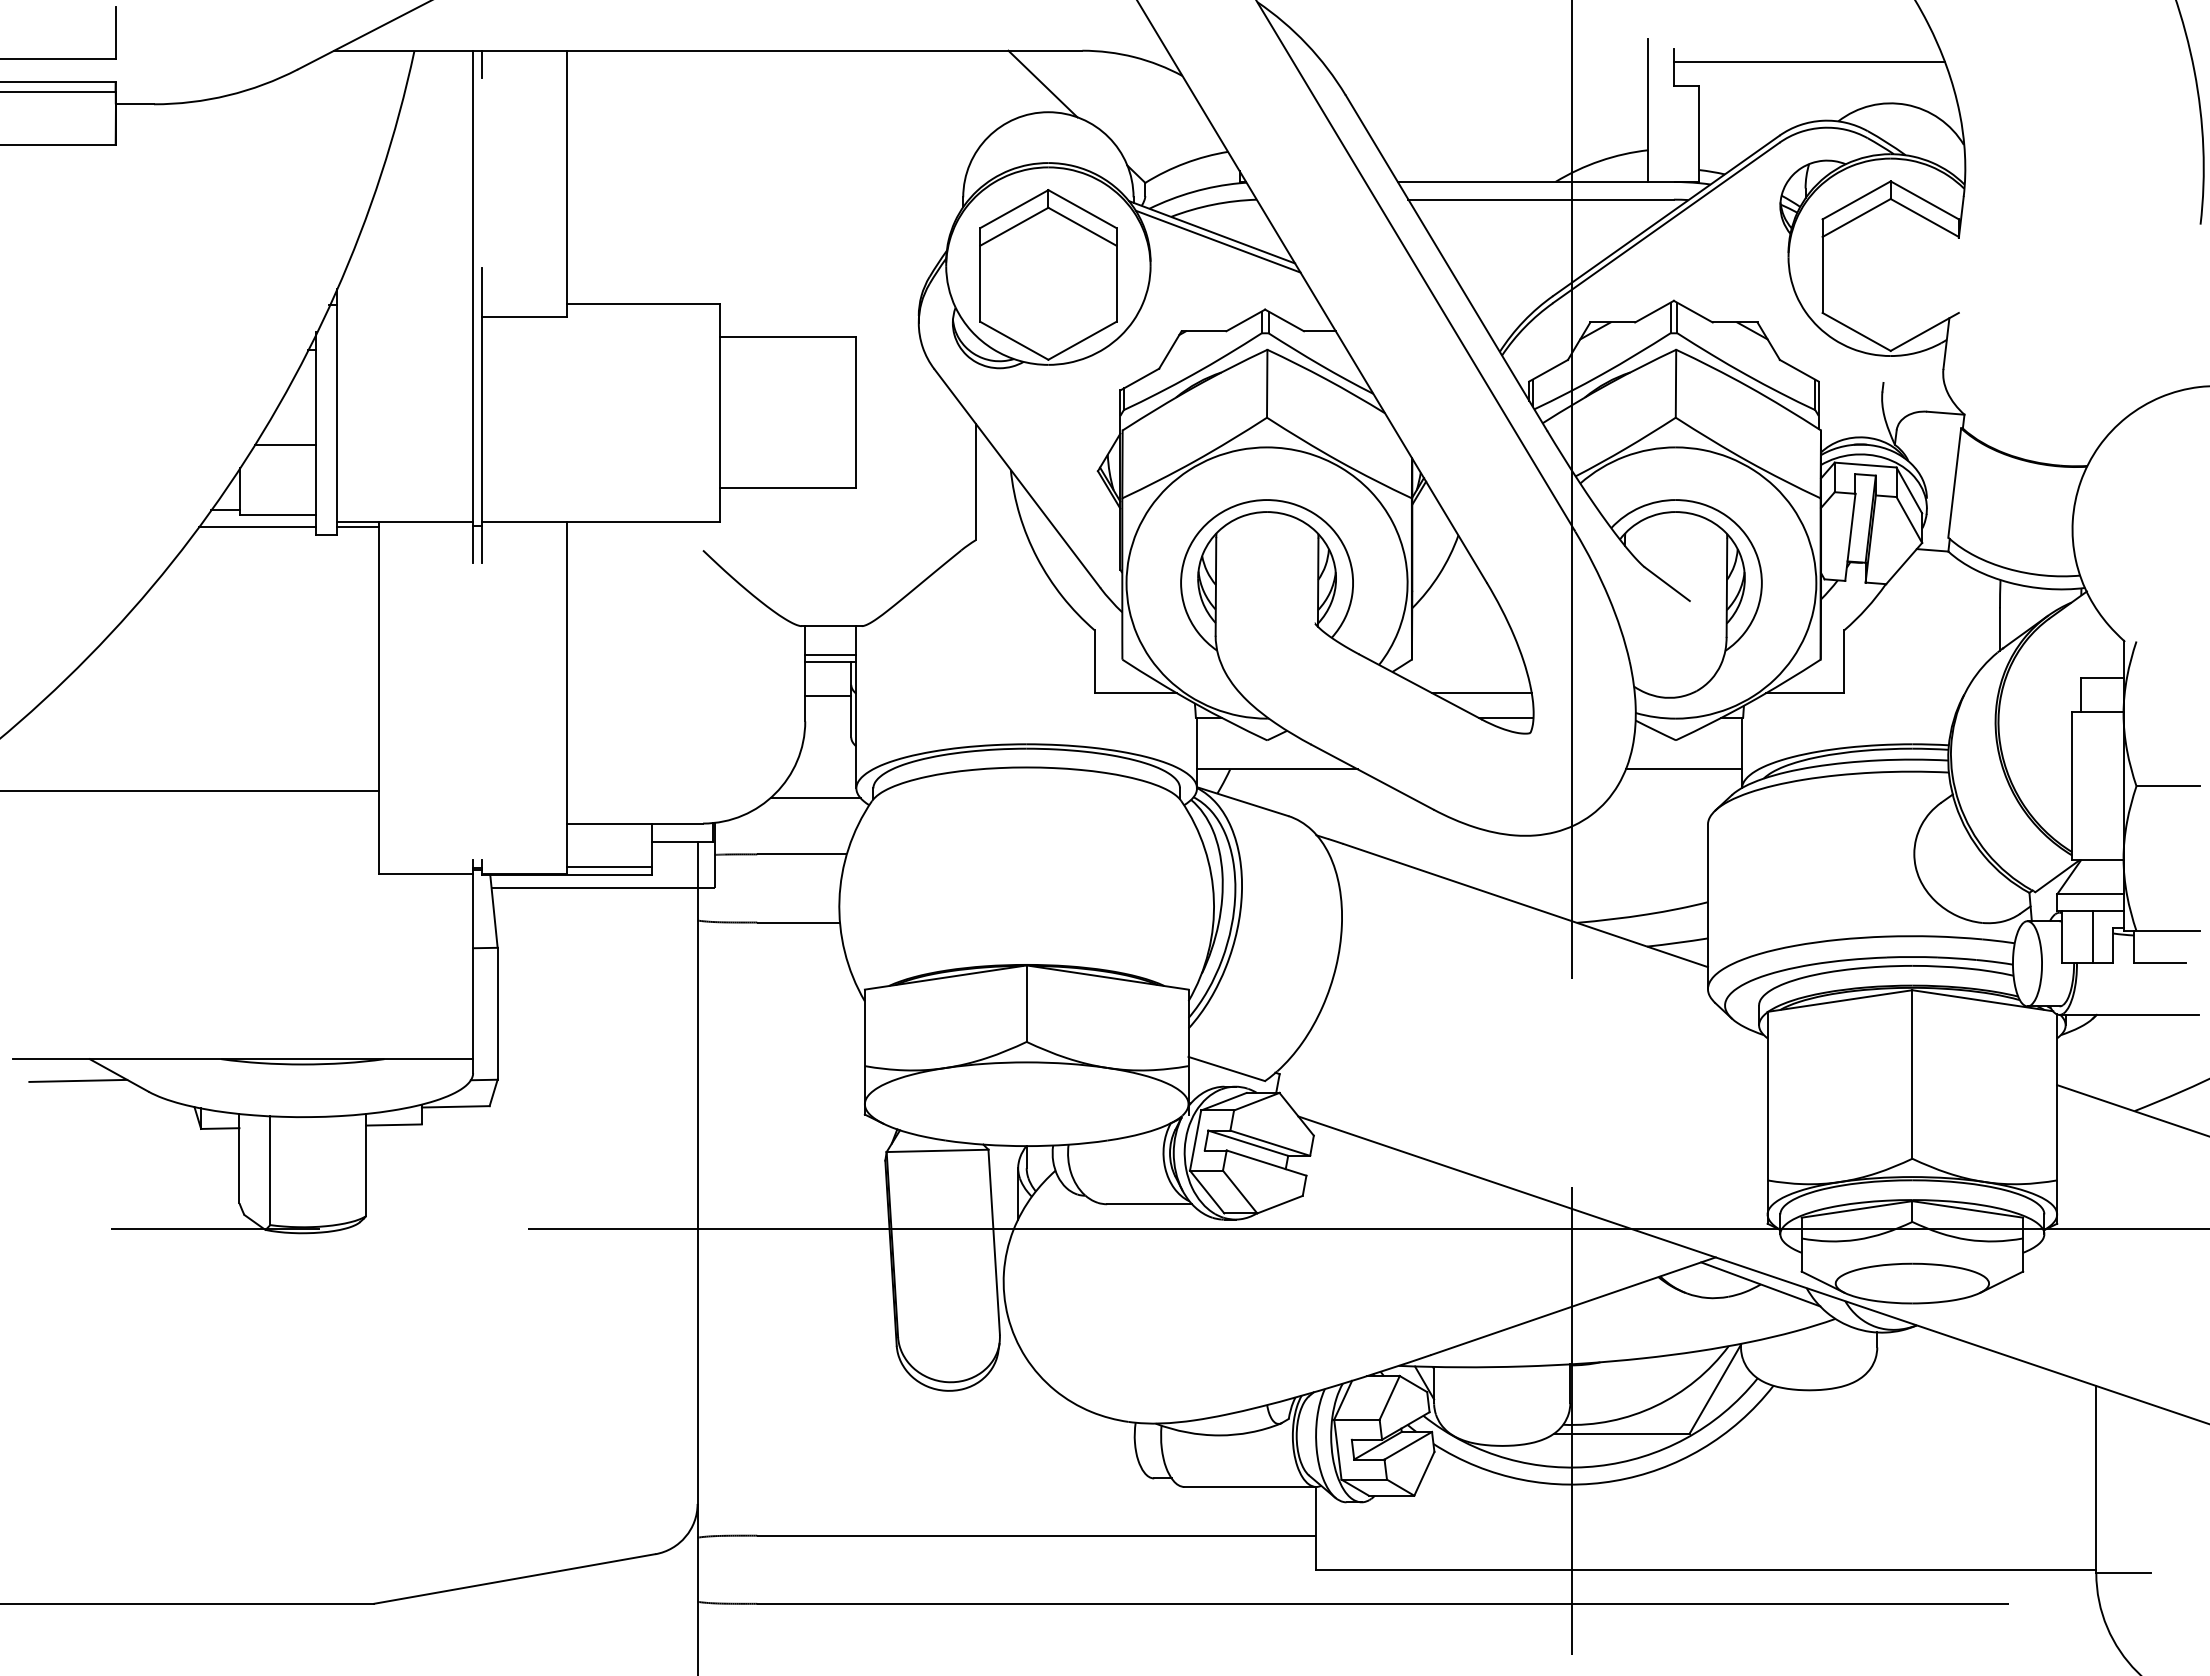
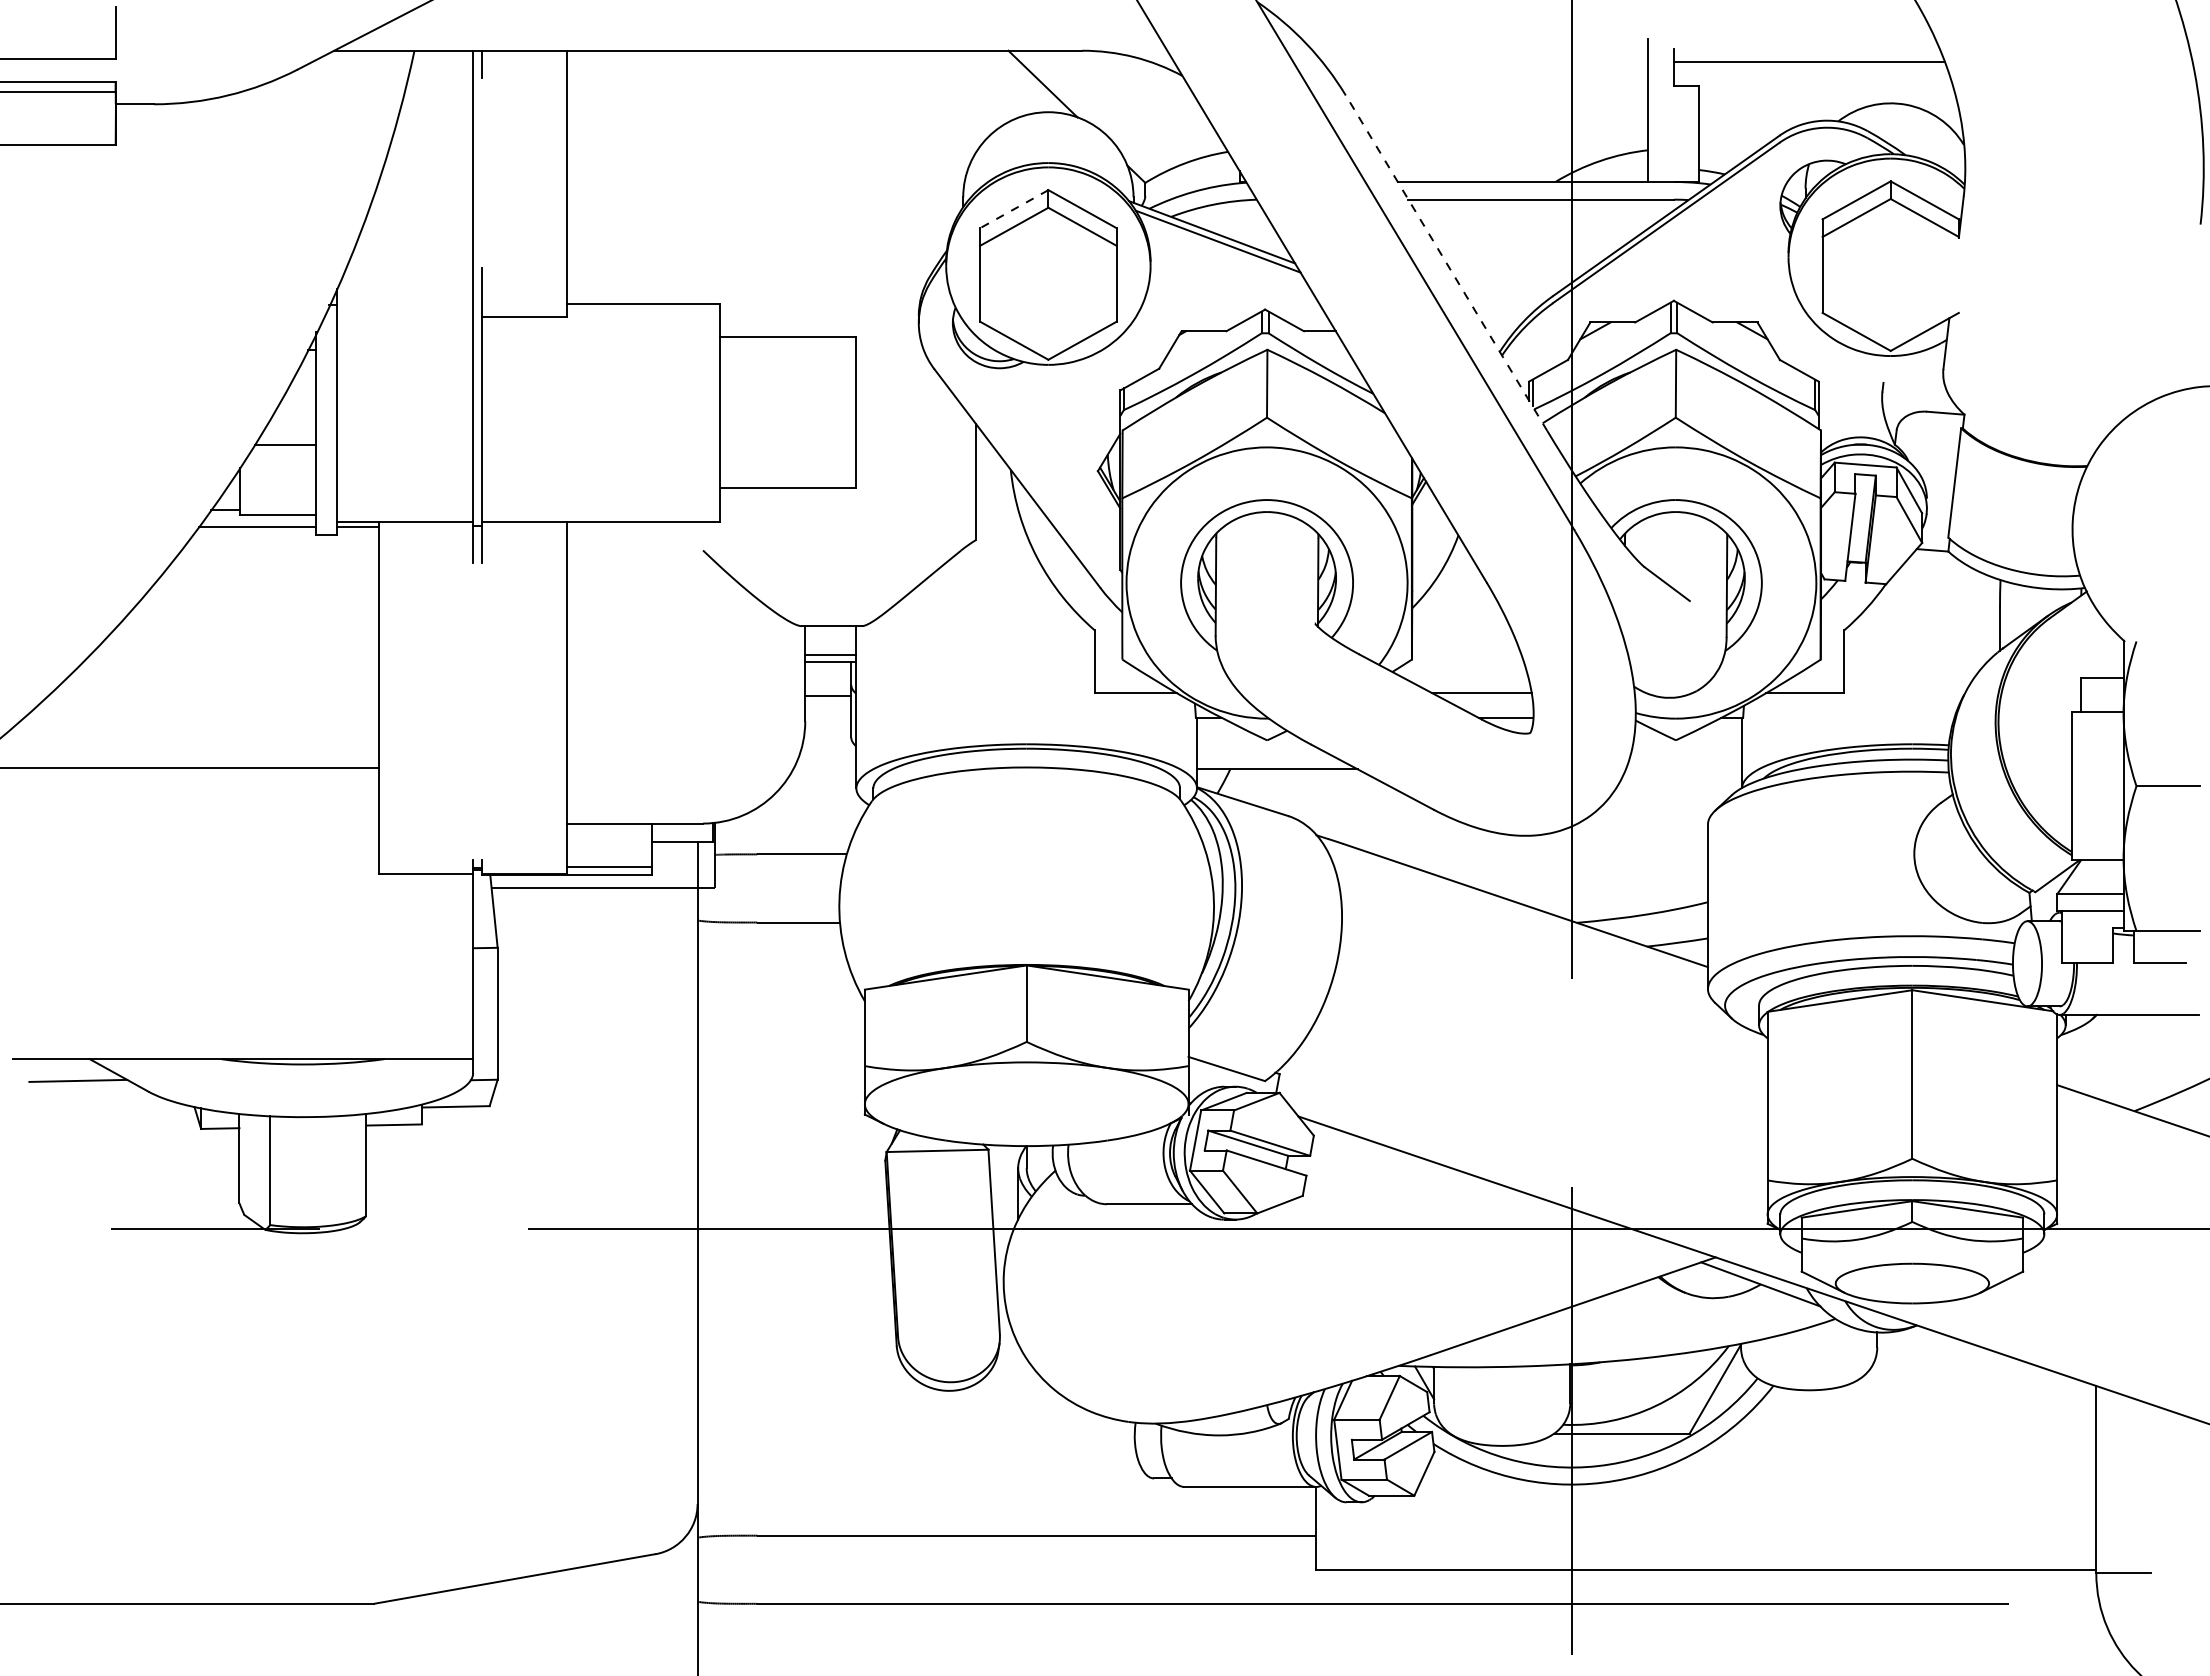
line at (1013, 209): solid -> dashed
line at (1446, 263): solid -> dashed
line at (1683, 769): present -> none
line at (190, 790) position: (190, 790) -> (190, 767)
line at (815, 798): present -> none
line at (2092, 936): present -> none
